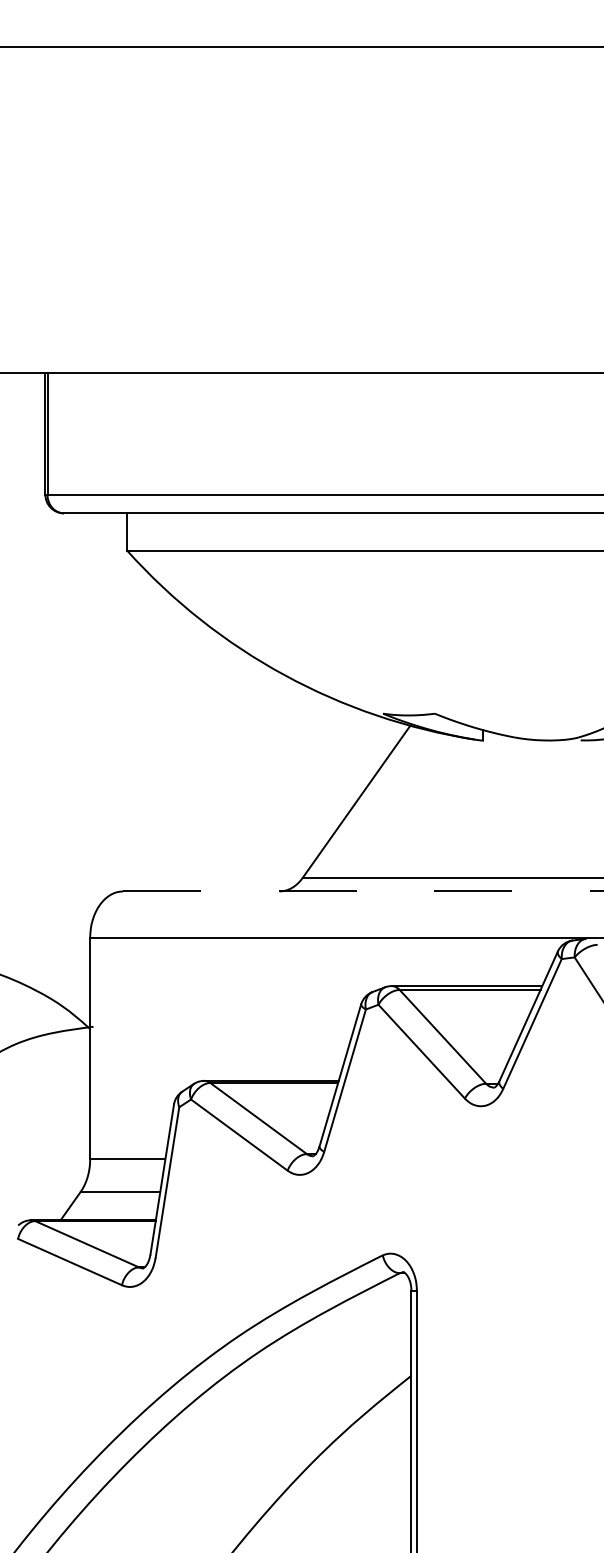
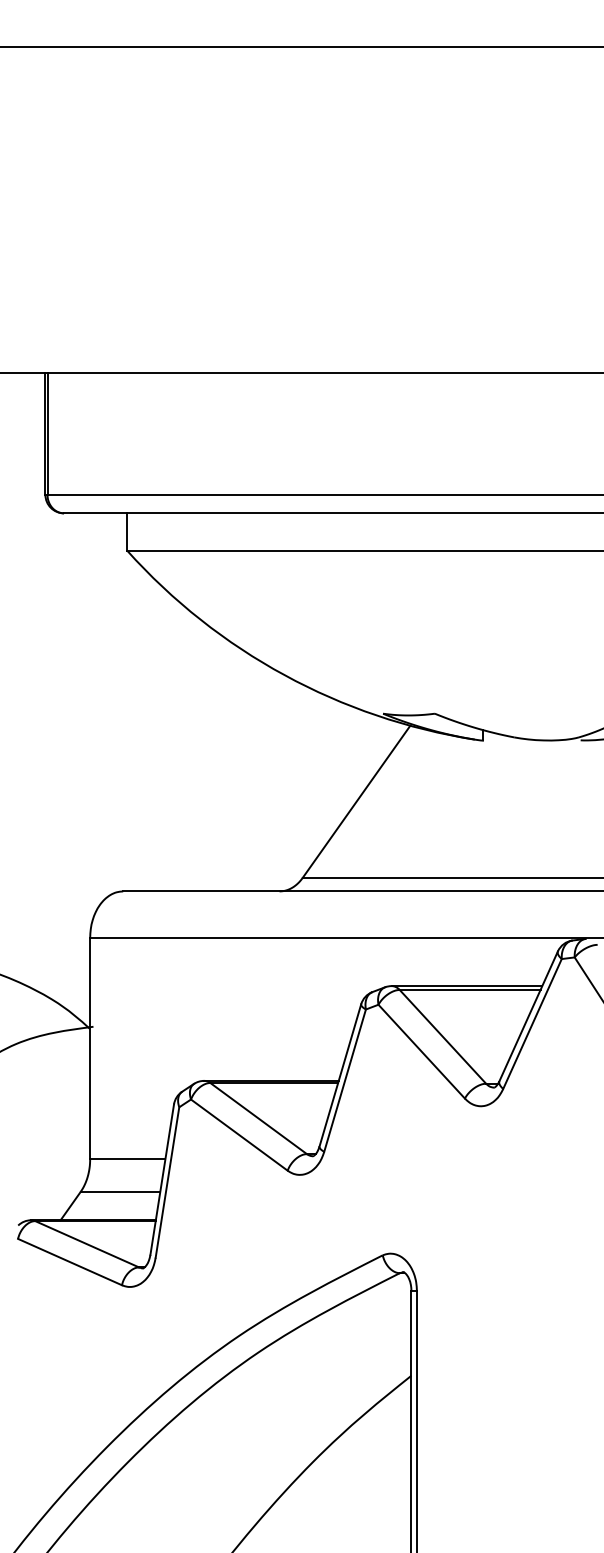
line at (363, 891): dashed -> solid
